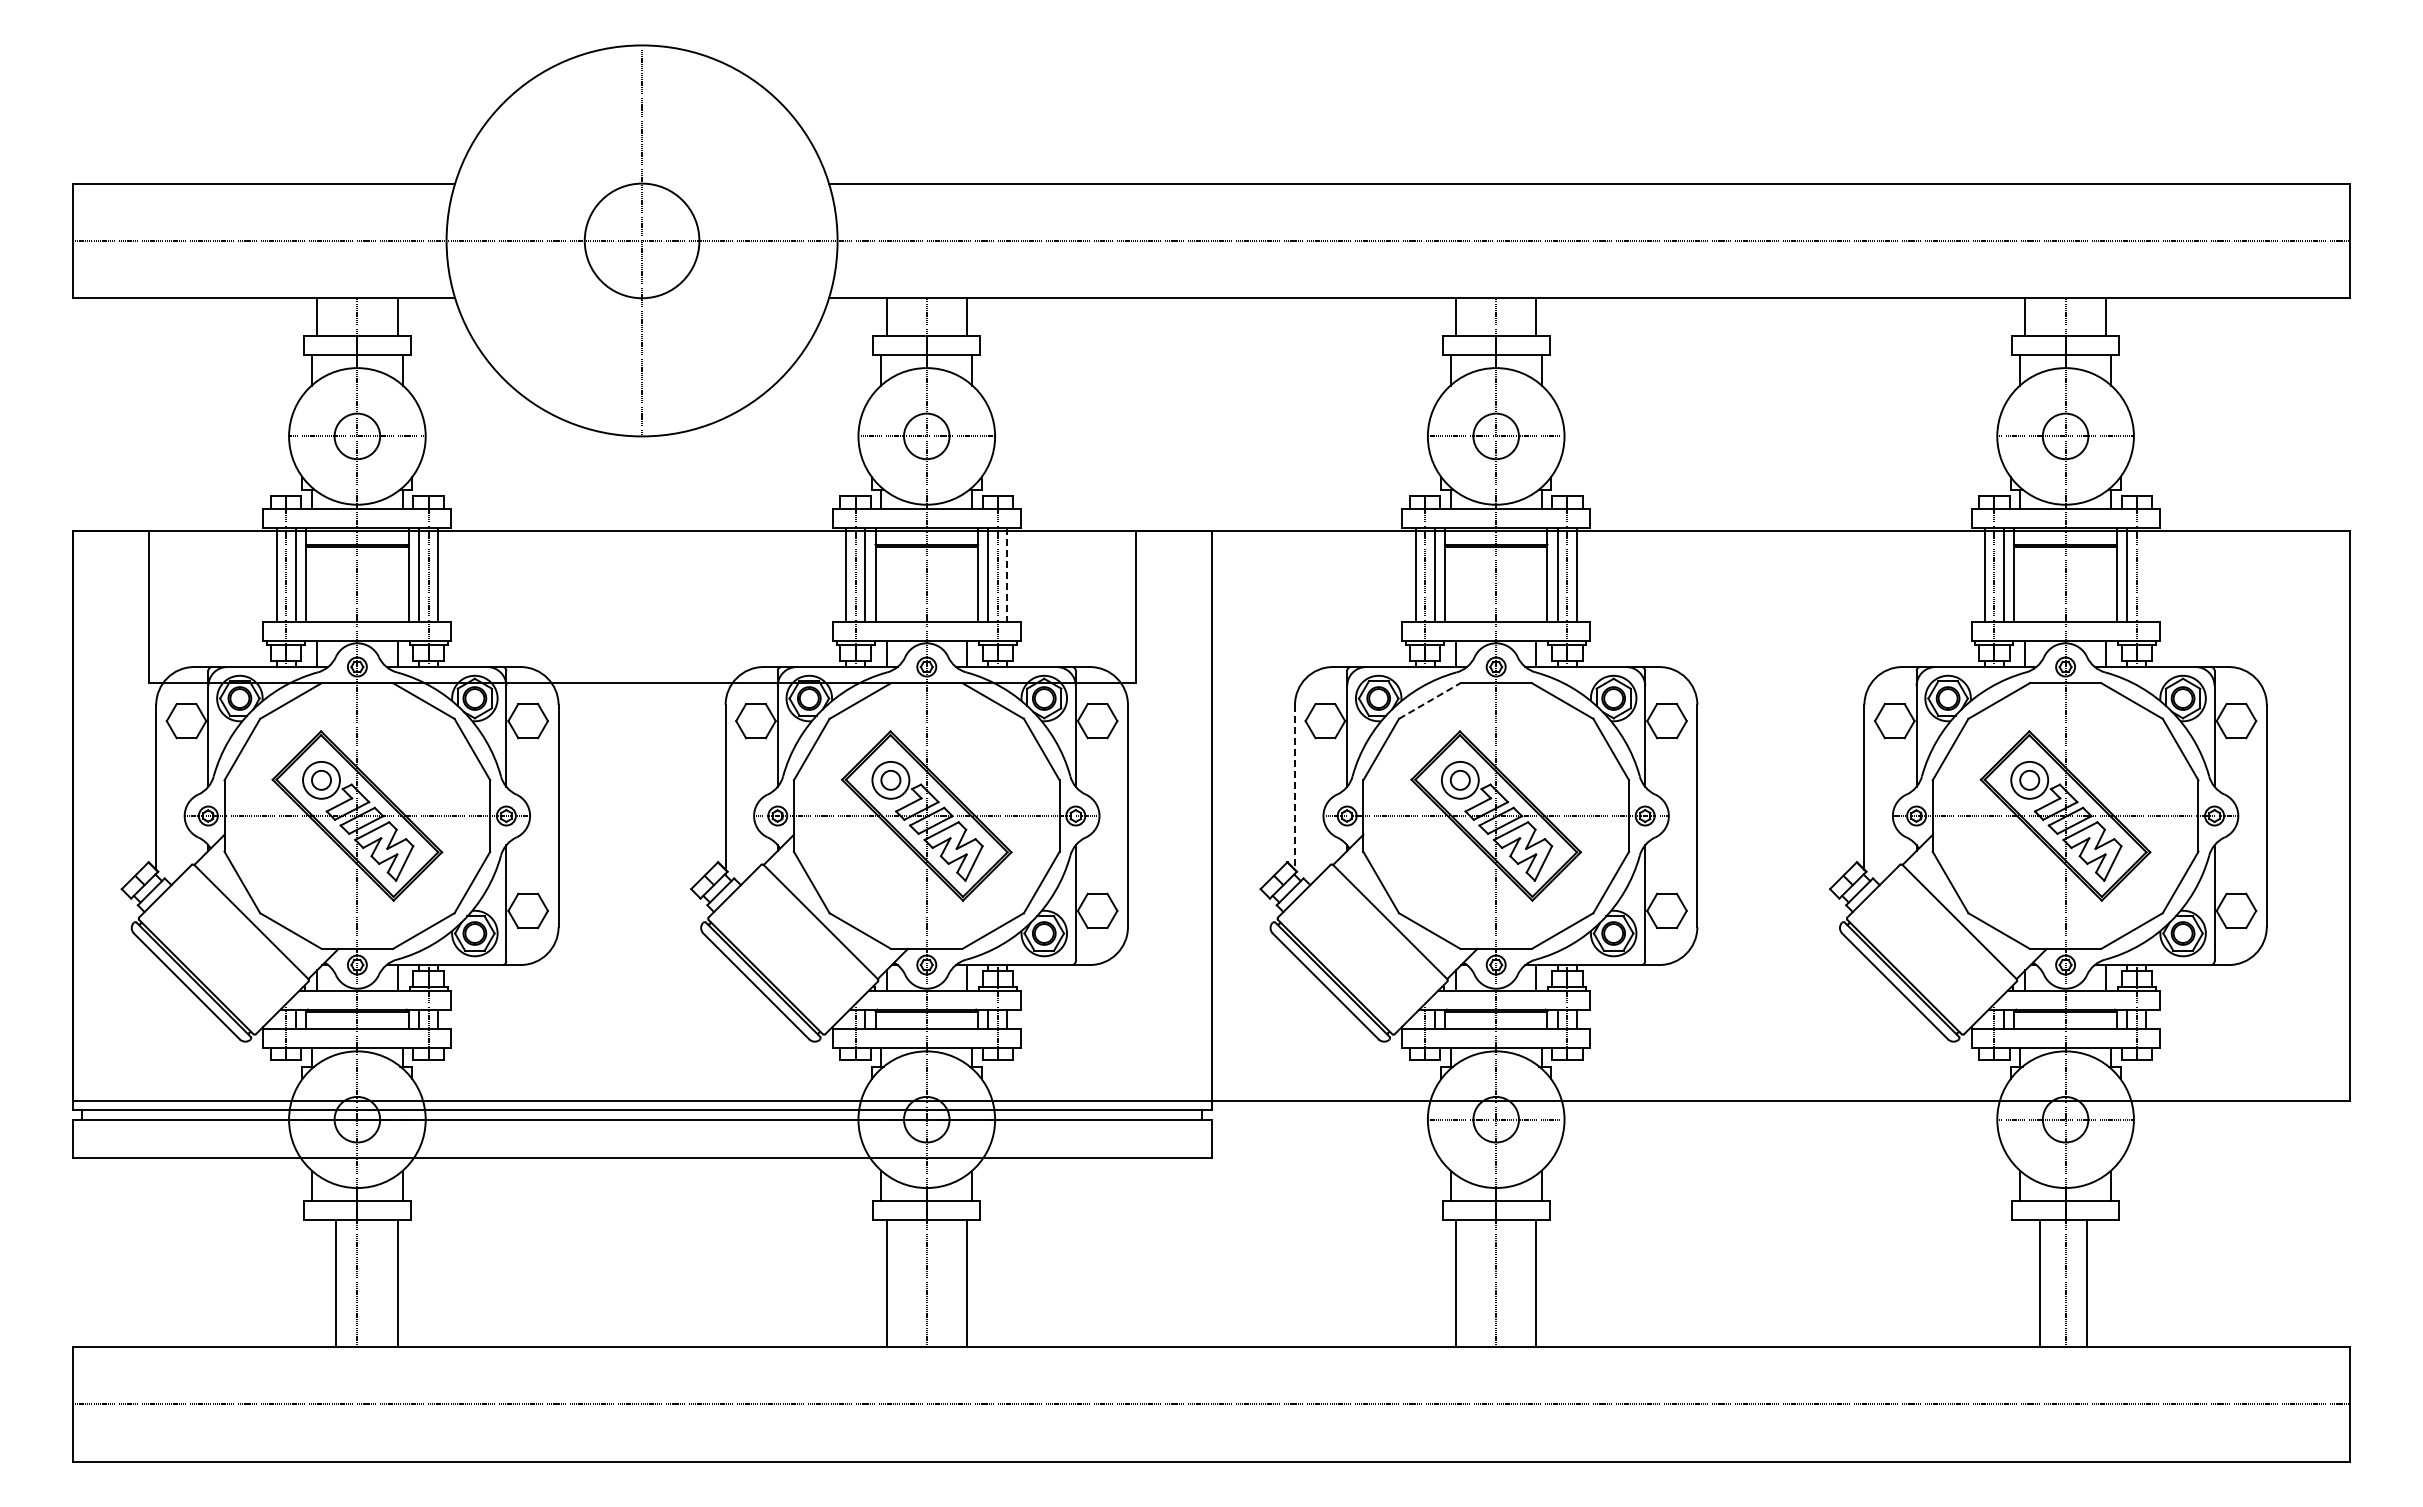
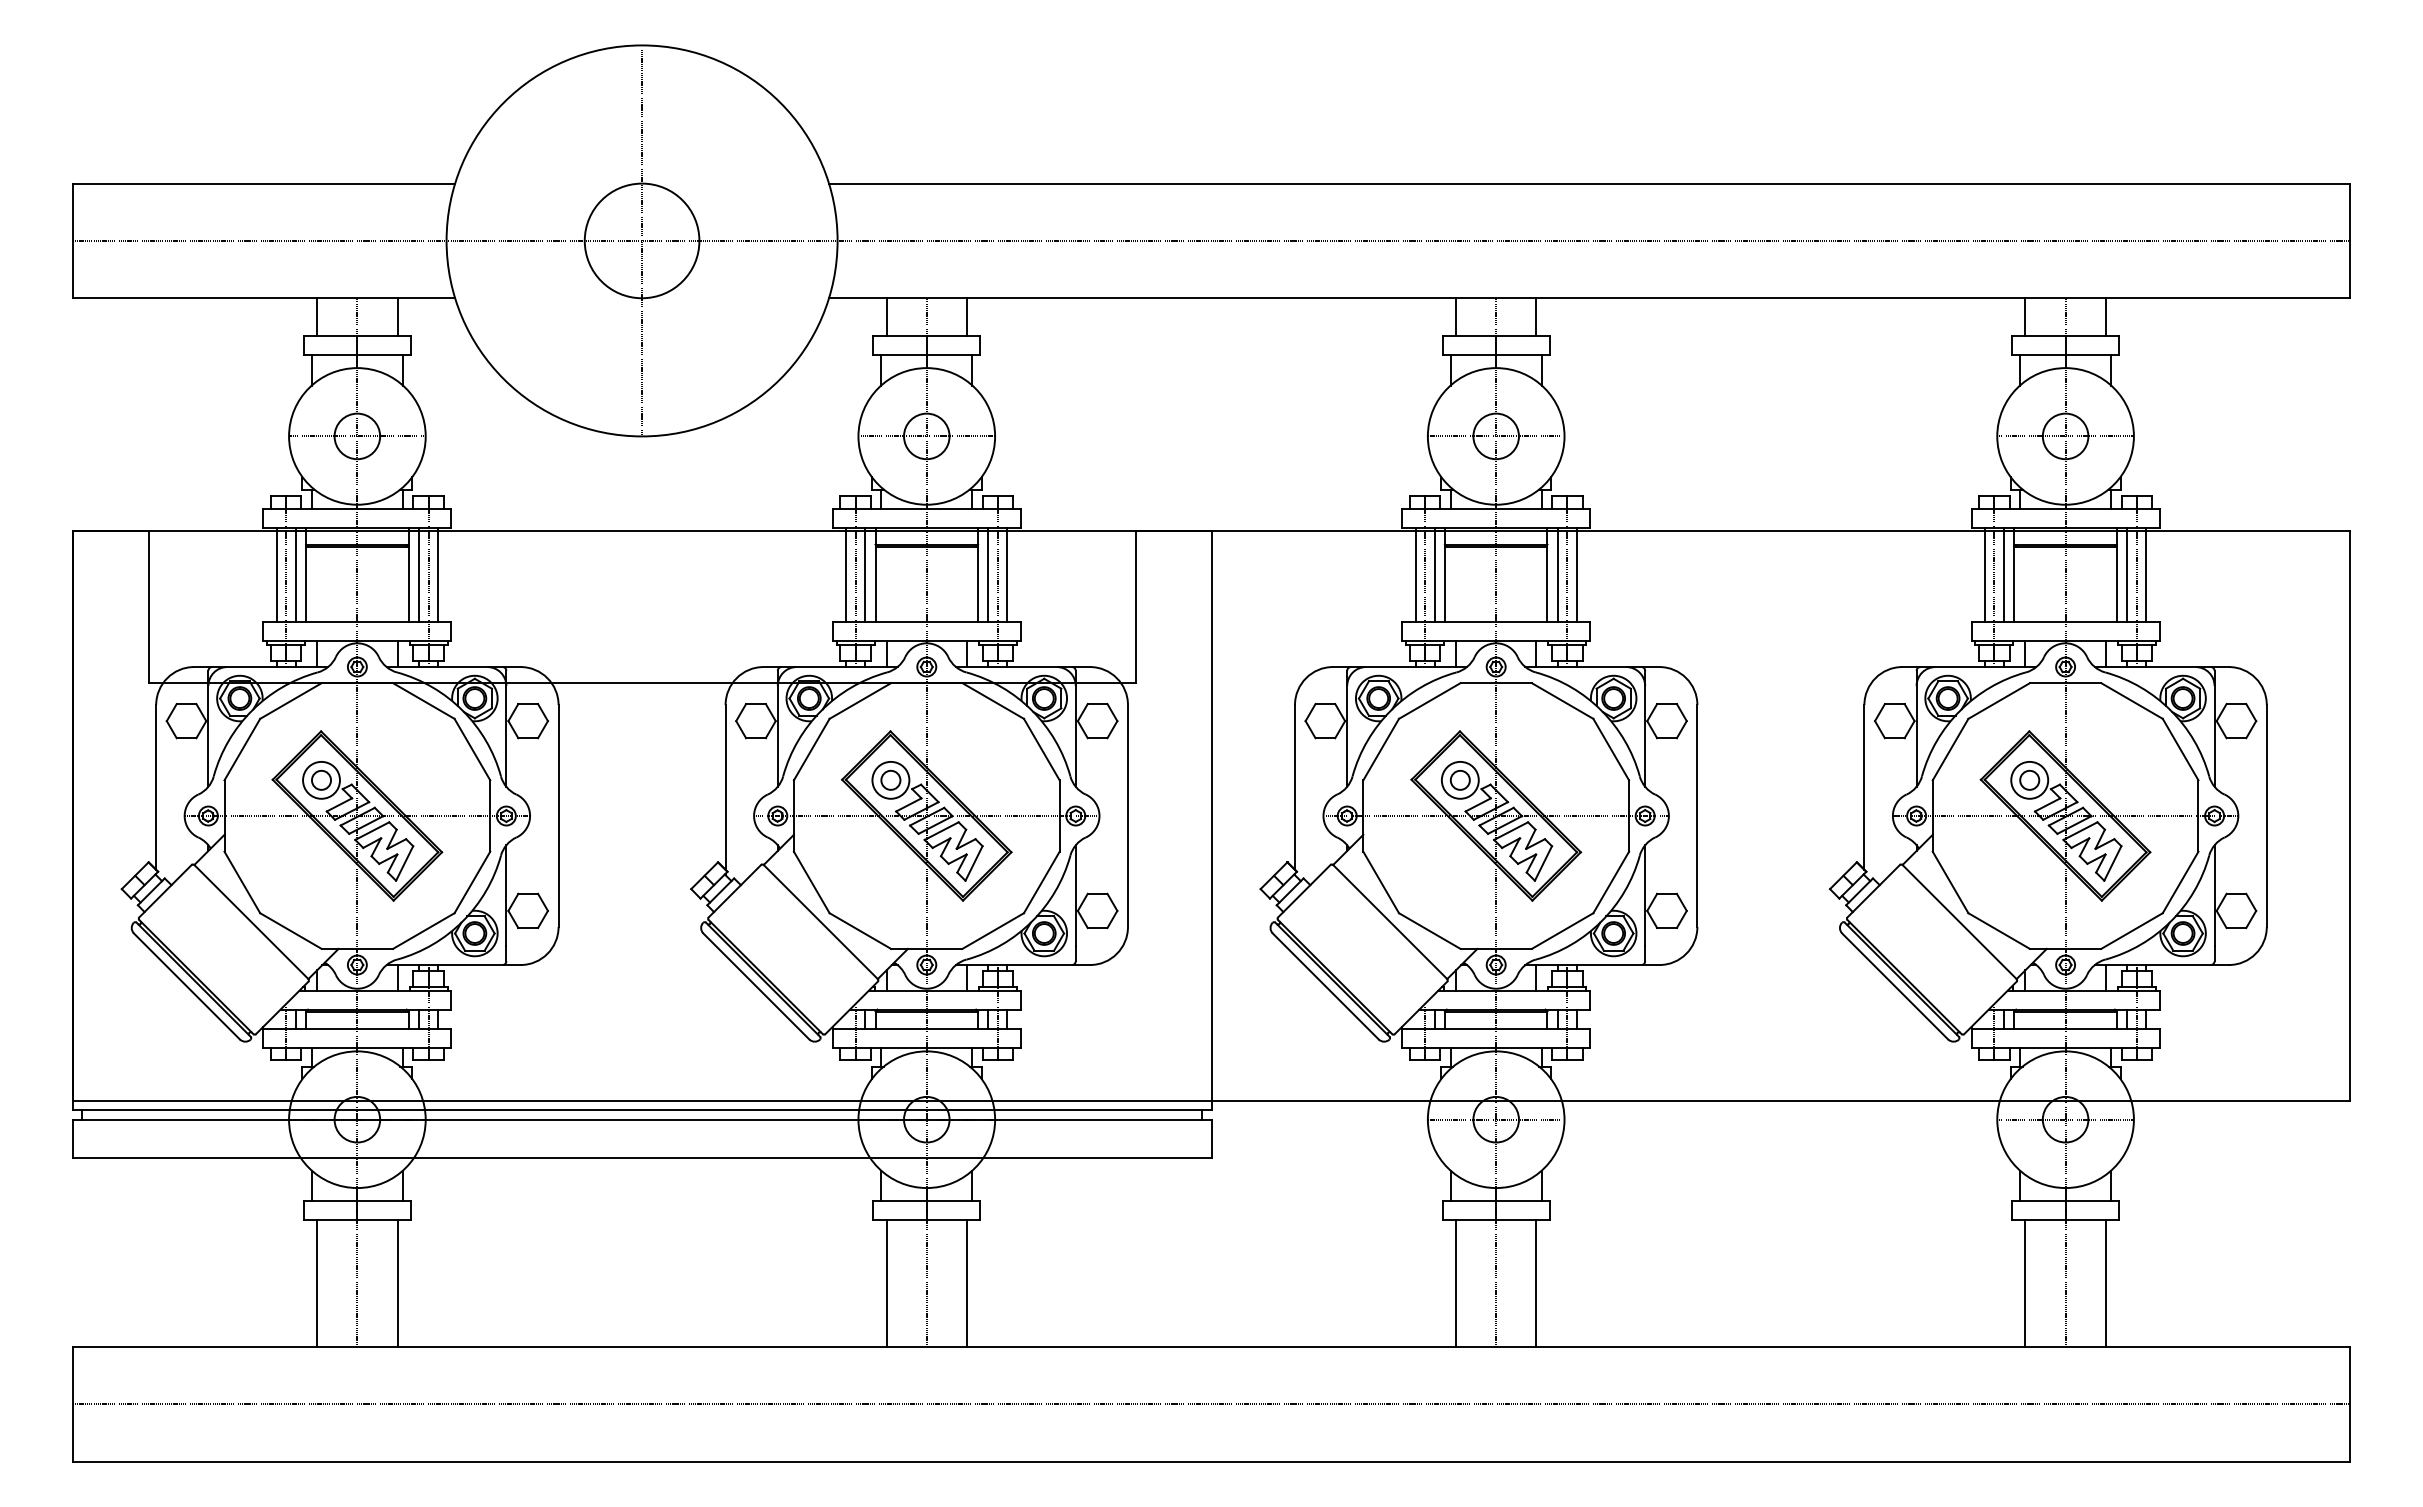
line at (2146, 574): none -> present
line at (1007, 575): dashed -> solid
line at (1429, 701): dashed -> solid
line at (1295, 787): dashed -> solid
line at (336, 1283) position: (336, 1283) -> (317, 1283)
line at (2040, 1283) position: (2040, 1283) -> (2025, 1283)
line at (2086, 1283) position: (2086, 1283) -> (2105, 1283)
